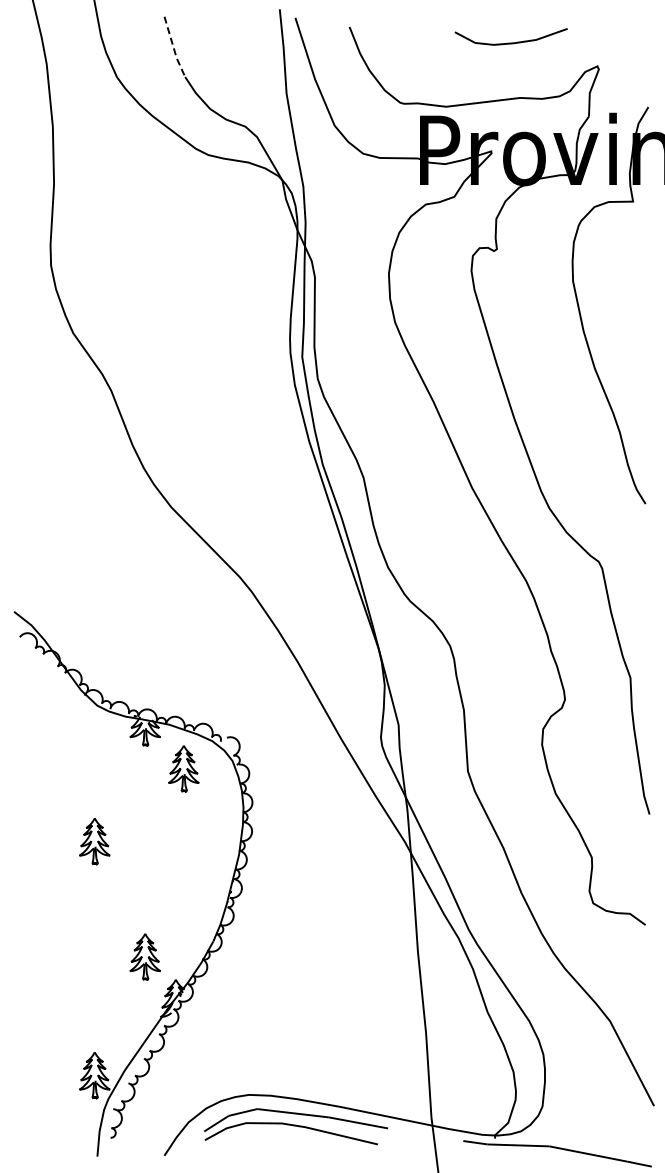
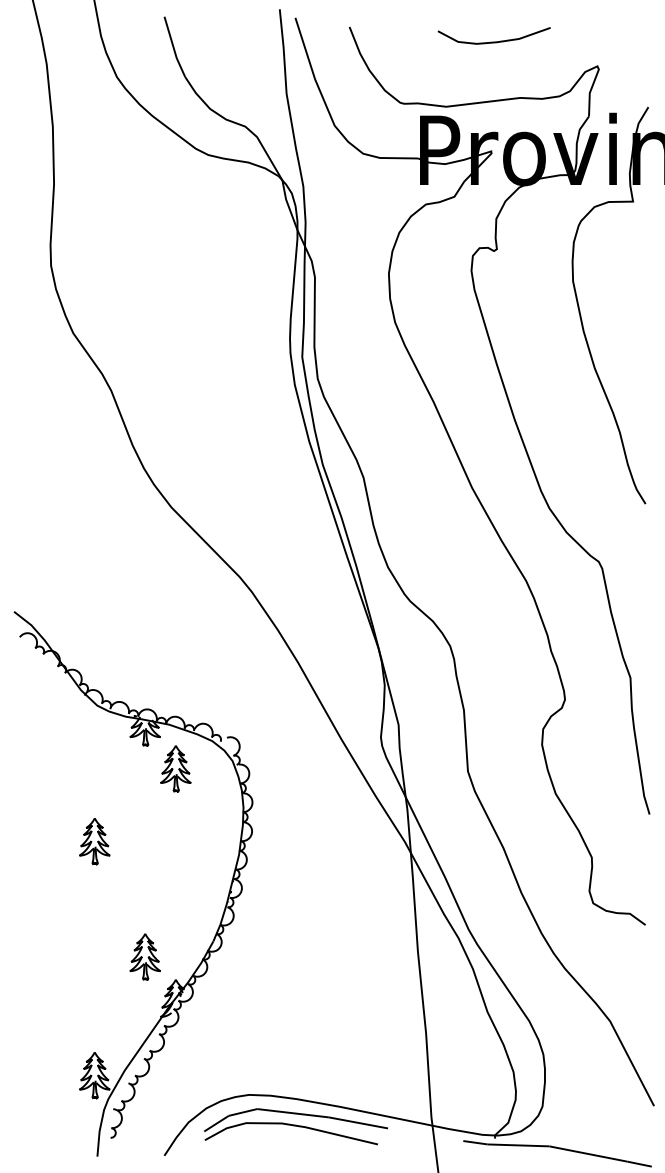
curve at (510, 42) position: (510, 42) -> (493, 41)
line at (173, 47): dashed -> solid
part at (183, 768) position: (183, 768) -> (175, 768)
